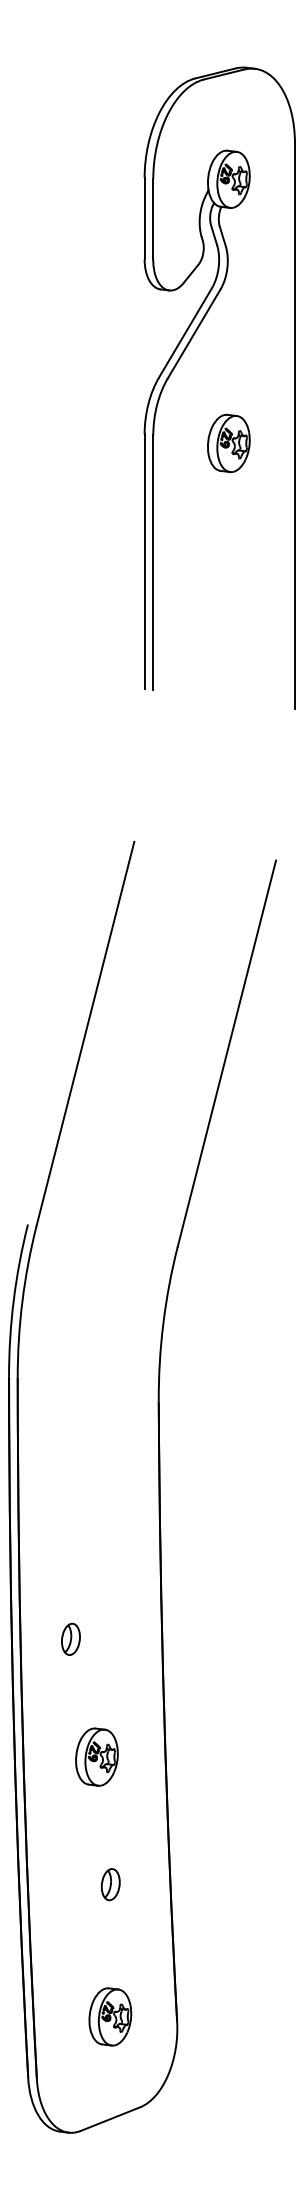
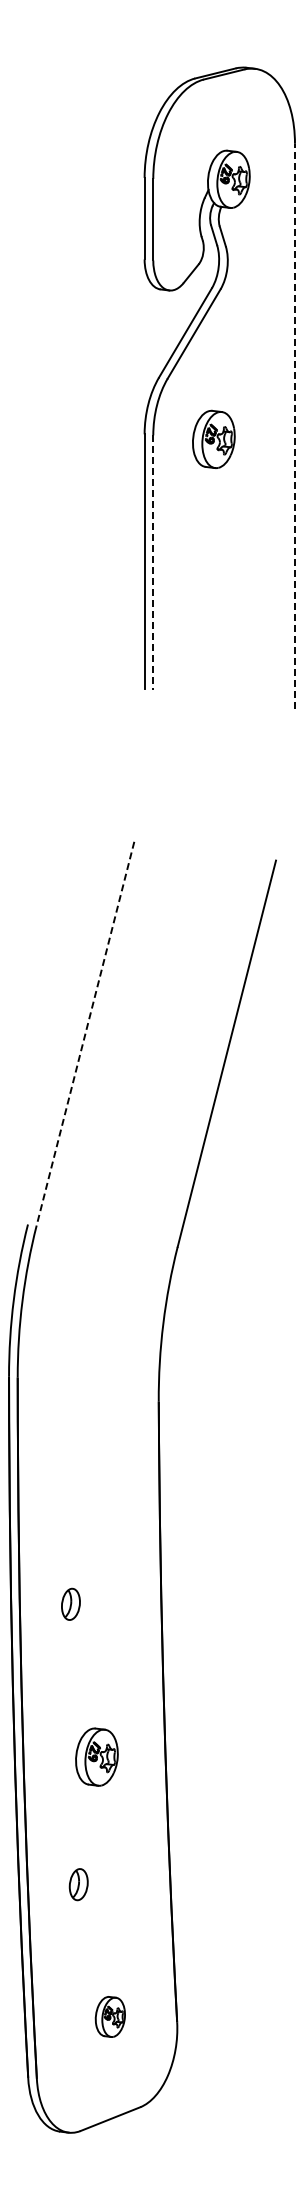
line at (294, 426): solid -> dashed
part at (228, 442) position: (228, 442) -> (213, 438)
line at (153, 563): solid -> dashed
line at (85, 1033): solid -> dashed
part at (70, 1638) position: (70, 1638) -> (70, 1603)
part at (110, 1884) position: (110, 1884) -> (78, 1884)
part at (110, 2016) size: 45x60 px -> 32x42 px
